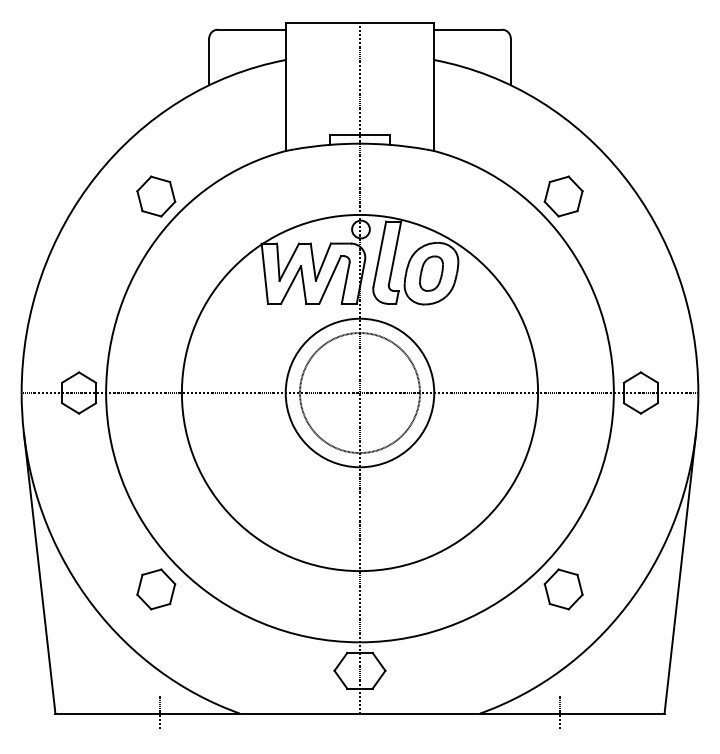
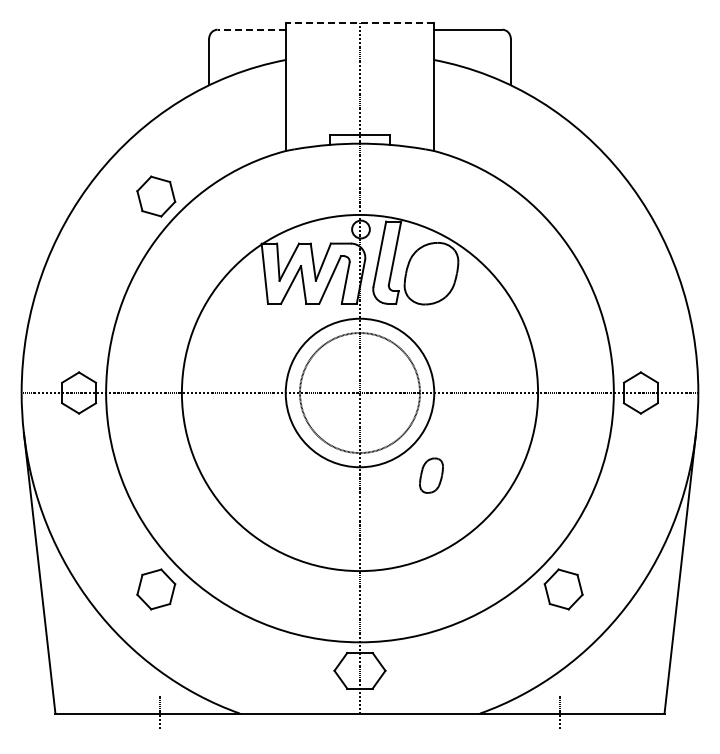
line at (359, 22): solid -> dashed
line at (251, 29): solid -> dashed
part at (563, 196): present -> none
part at (431, 273) position: (431, 273) -> (431, 475)
